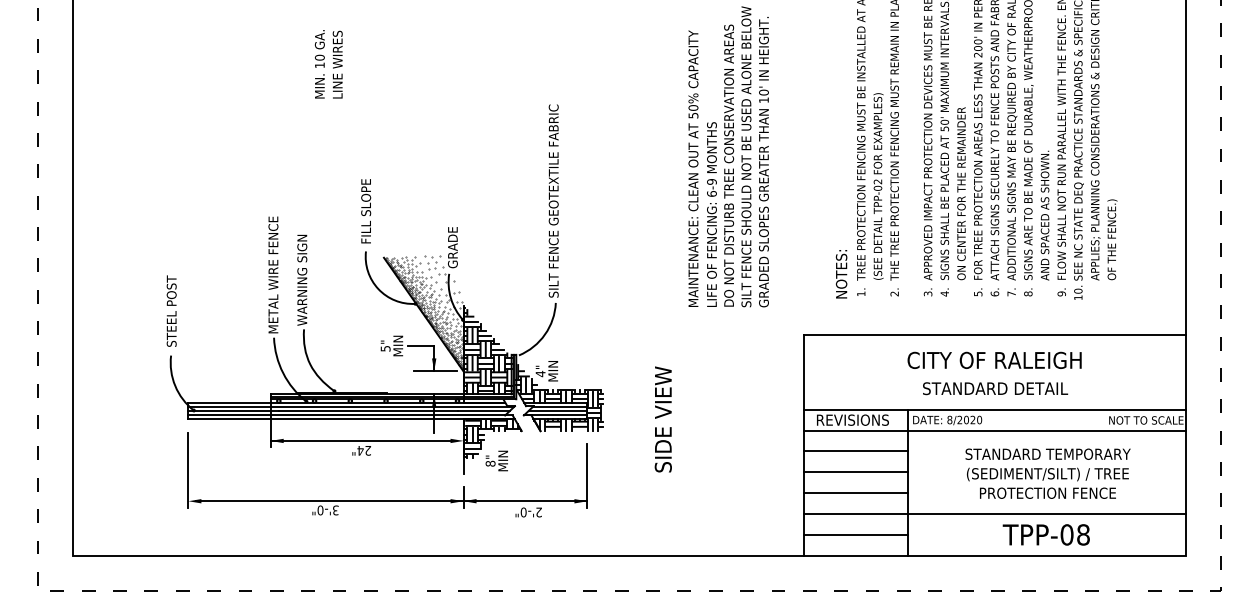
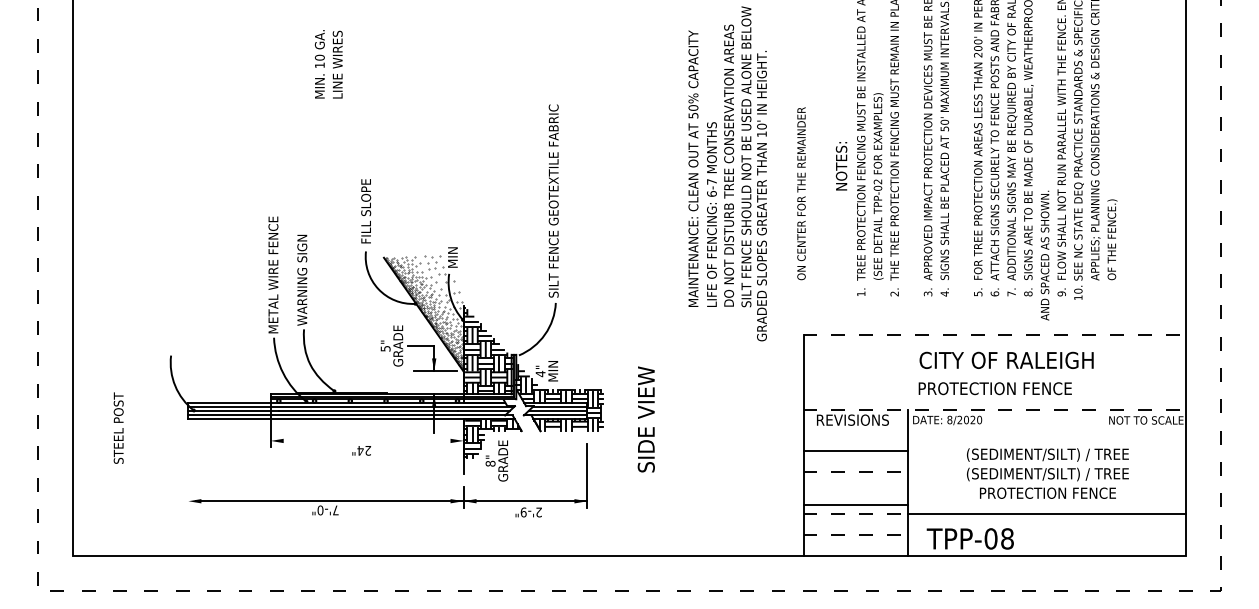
text at (763, 162) position: (763, 162) -> (761, 196)
text at (711, 181): 6-9 -> 6-7
text at (961, 193) position: (961, 193) -> (801, 193)
text at (1044, 215) position: (1044, 215) -> (1044, 255)
text at (452, 247): GRADE -> MIN
text at (841, 274) position: (841, 274) -> (841, 166)
text at (171, 310) position: (171, 310) -> (118, 427)
line at (995, 335): solid -> dashed
text at (398, 345): MIN -> GRADE
text at (994, 359) position: (994, 359) -> (1006, 359)
text at (994, 388): STANDARD DETAIL -> PROTECTION FENCE
line at (995, 409): solid -> dashed
text at (662, 419) position: (662, 419) -> (645, 419)
line at (994, 430): present -> none
line at (360, 440): present -> none
text at (1047, 454): STANDARD TEMPORARY -> (SEDIMENT/SILT) / TREE
text at (503, 460): MIN -> GRADE
line at (188, 470): present -> none
line at (856, 472): solid -> dashed
line at (855, 493) position: (855, 493) -> (855, 505)
text at (335, 510): 3'-0" -> 7'-0"
text at (523, 511): 2'-0" -> 2'-9"
line at (856, 514): solid -> dashed
line at (856, 534): solid -> dashed
text at (1045, 534) position: (1045, 534) -> (969, 538)
